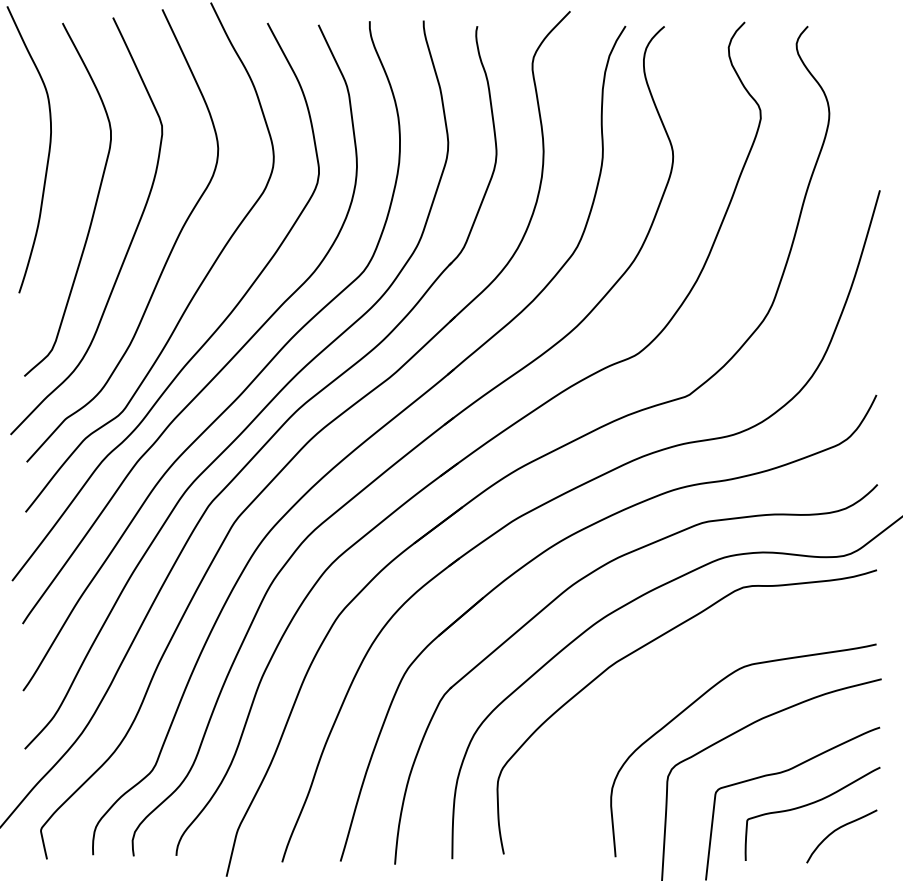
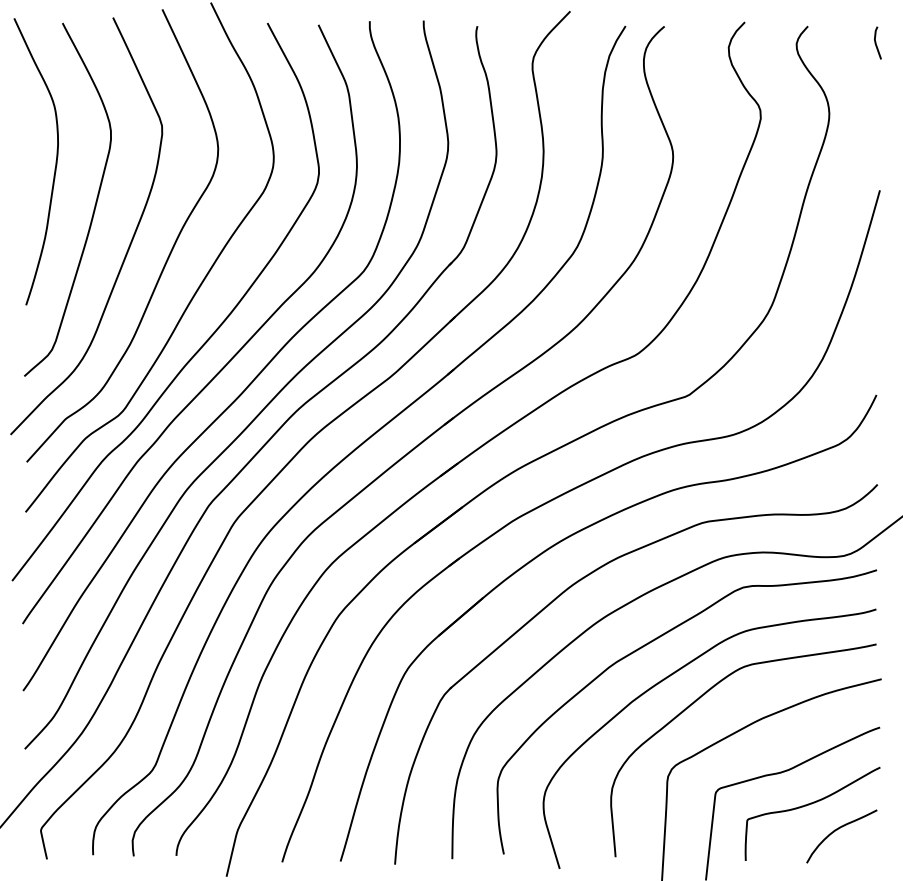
line at (876, 42): none -> present
curve at (48, 149) position: (48, 149) -> (55, 161)
curve at (672, 675): none -> present
